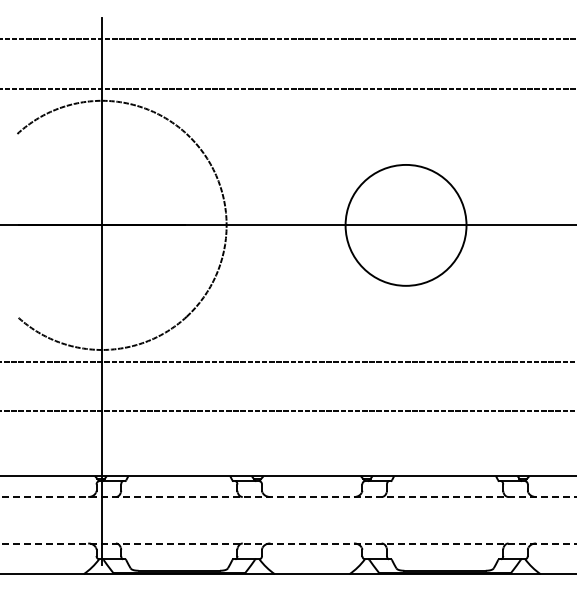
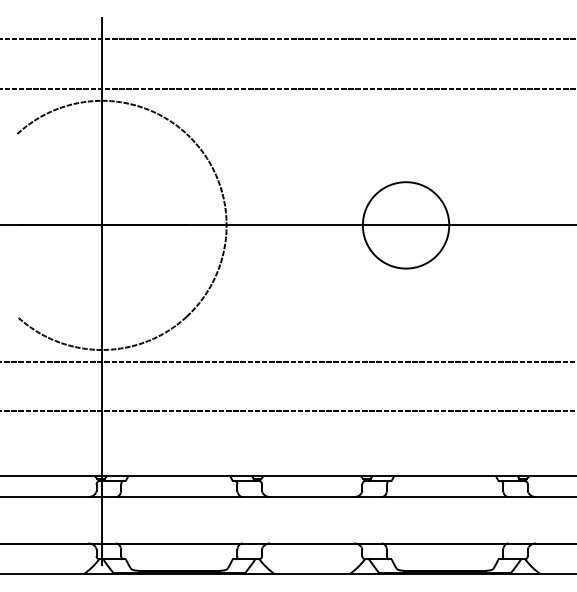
circle at (405, 224) diameter: 121 px -> 86 px
line at (288, 496): dashed -> solid
line at (288, 543): dashed -> solid
